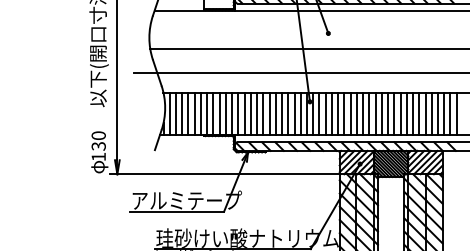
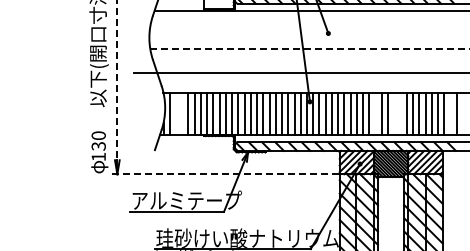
line at (310, 48): solid -> dashed
line at (117, 80): solid -> dashed
line at (176, 113): present -> none
line at (182, 113): present -> none
line at (375, 113): present -> none
line at (394, 113): present -> none
line at (400, 113): present -> none
line at (450, 113): present -> none
line at (224, 174): solid -> dashed
